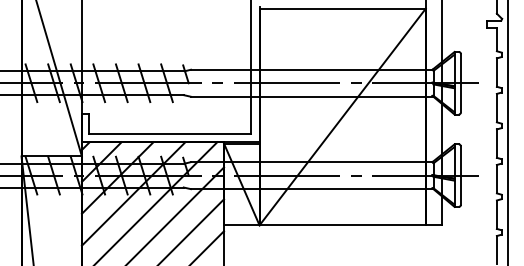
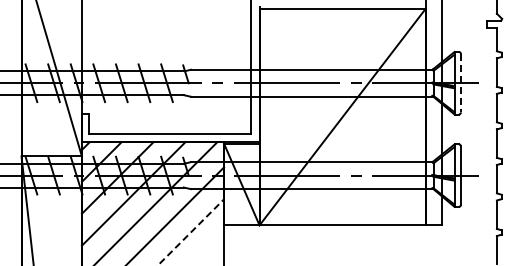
line at (460, 83): solid -> dashed
line at (508, 132): present -> none
line at (190, 232): solid -> dashed
line at (208, 246): present -> none
